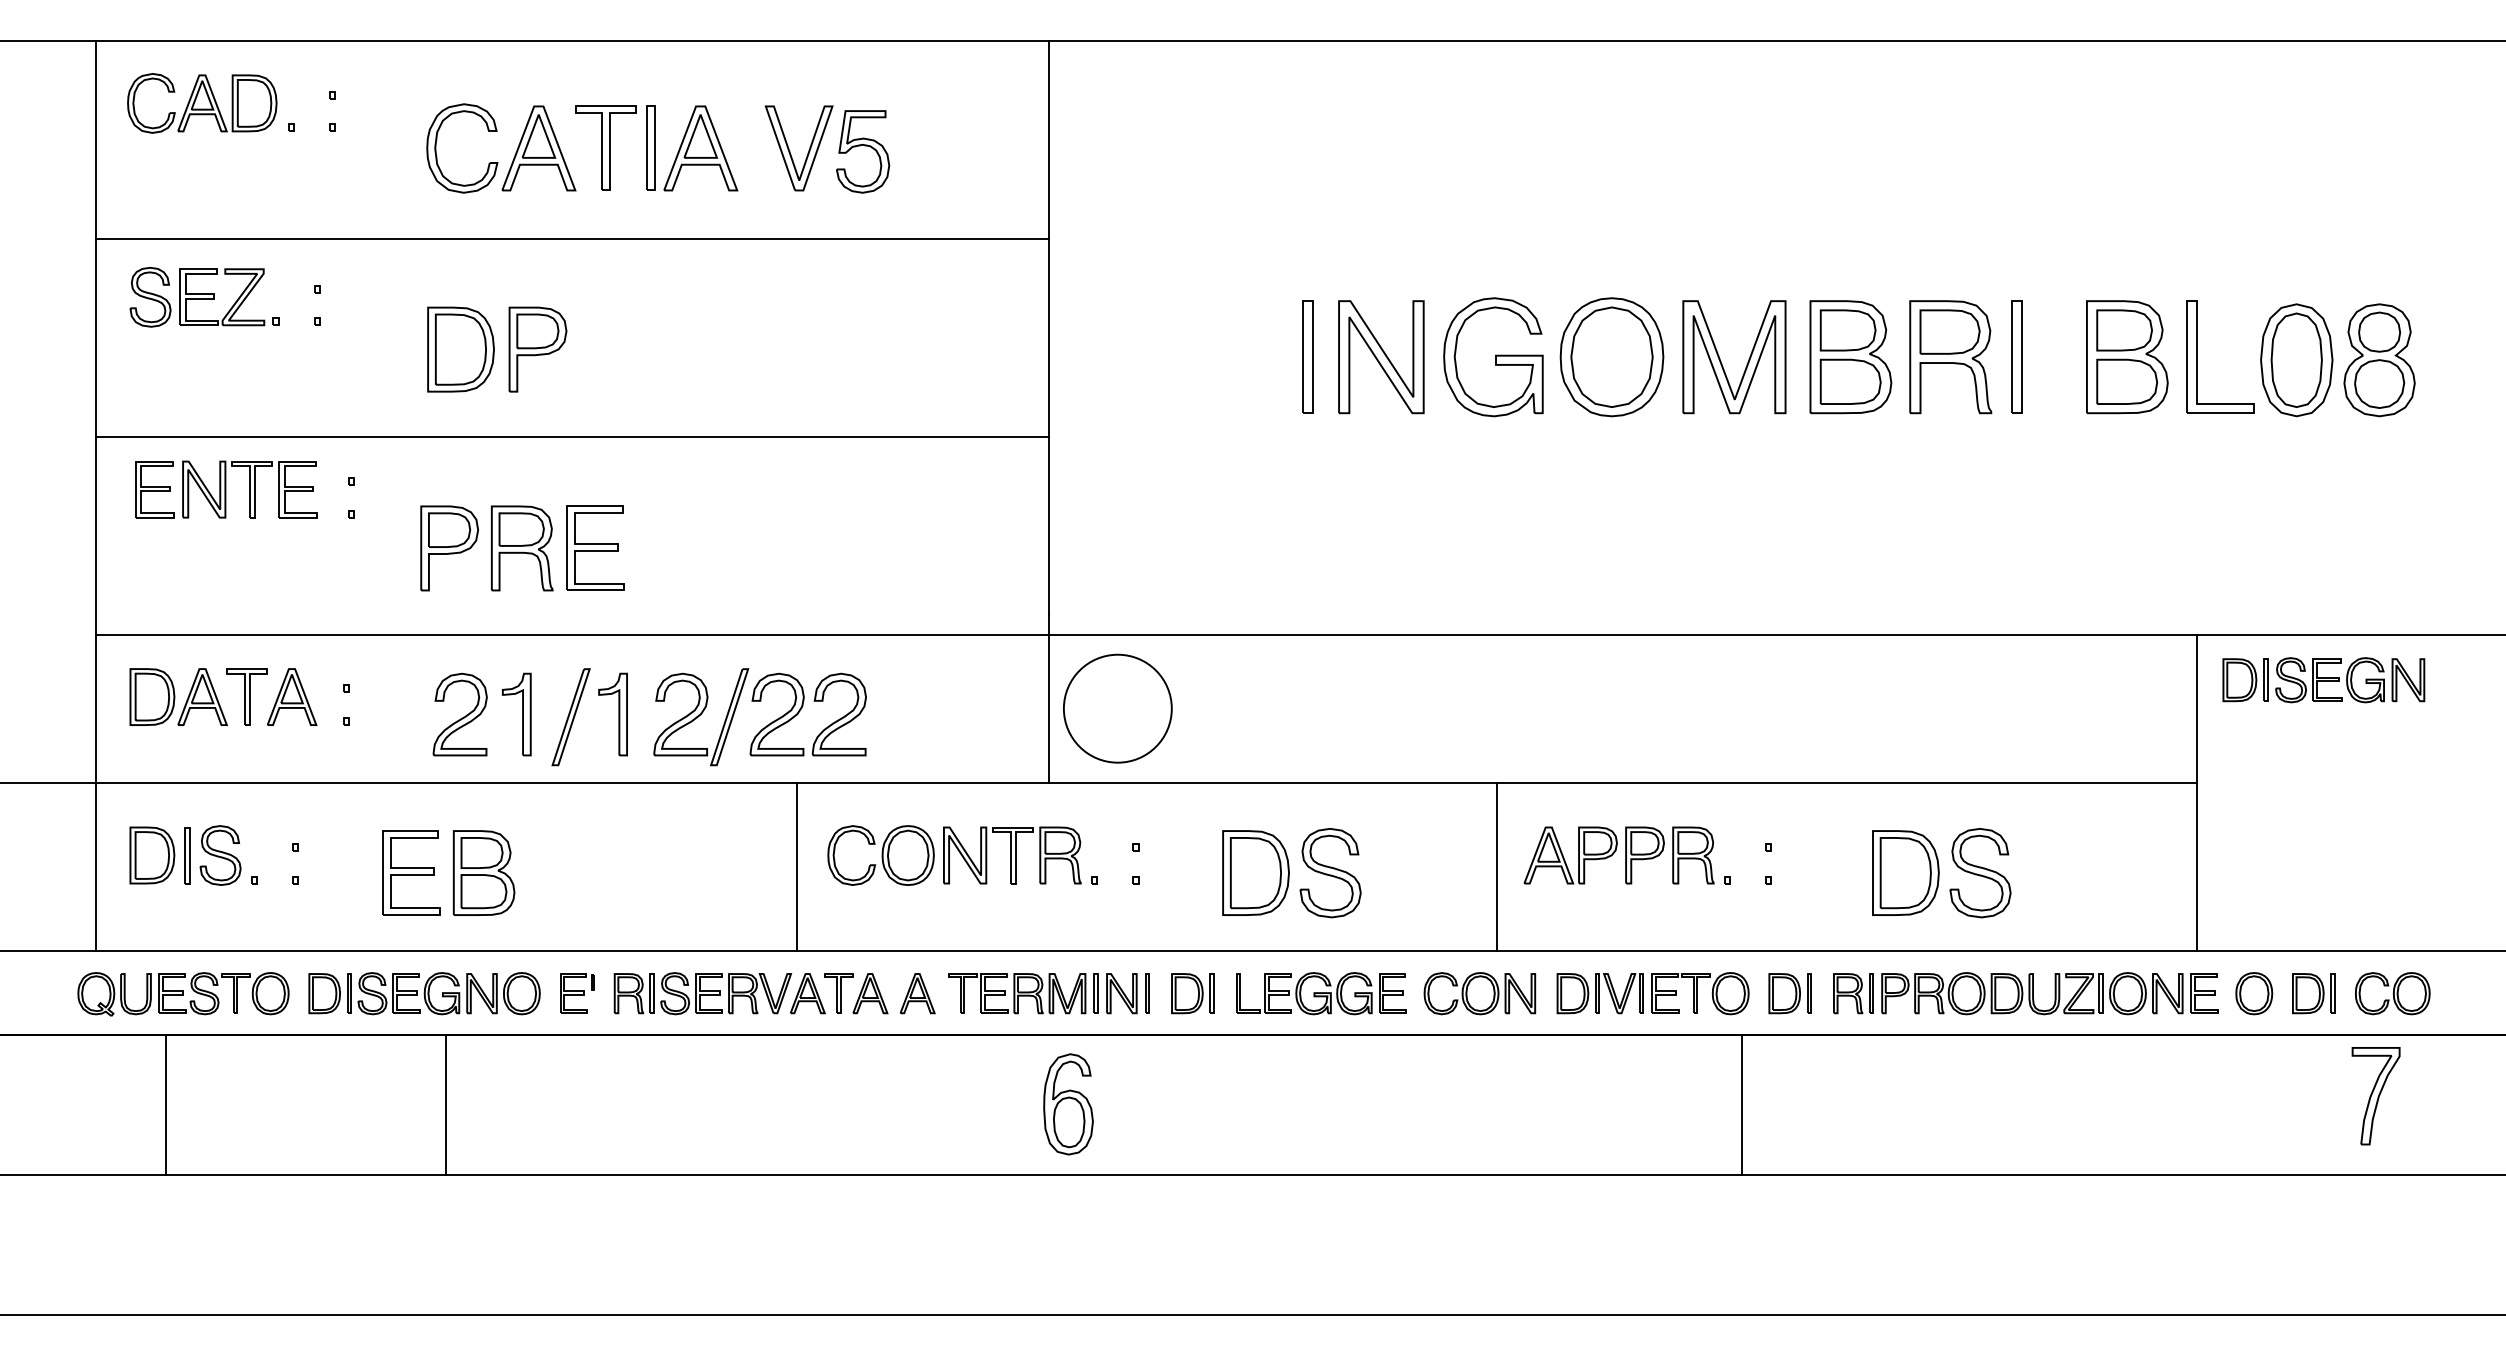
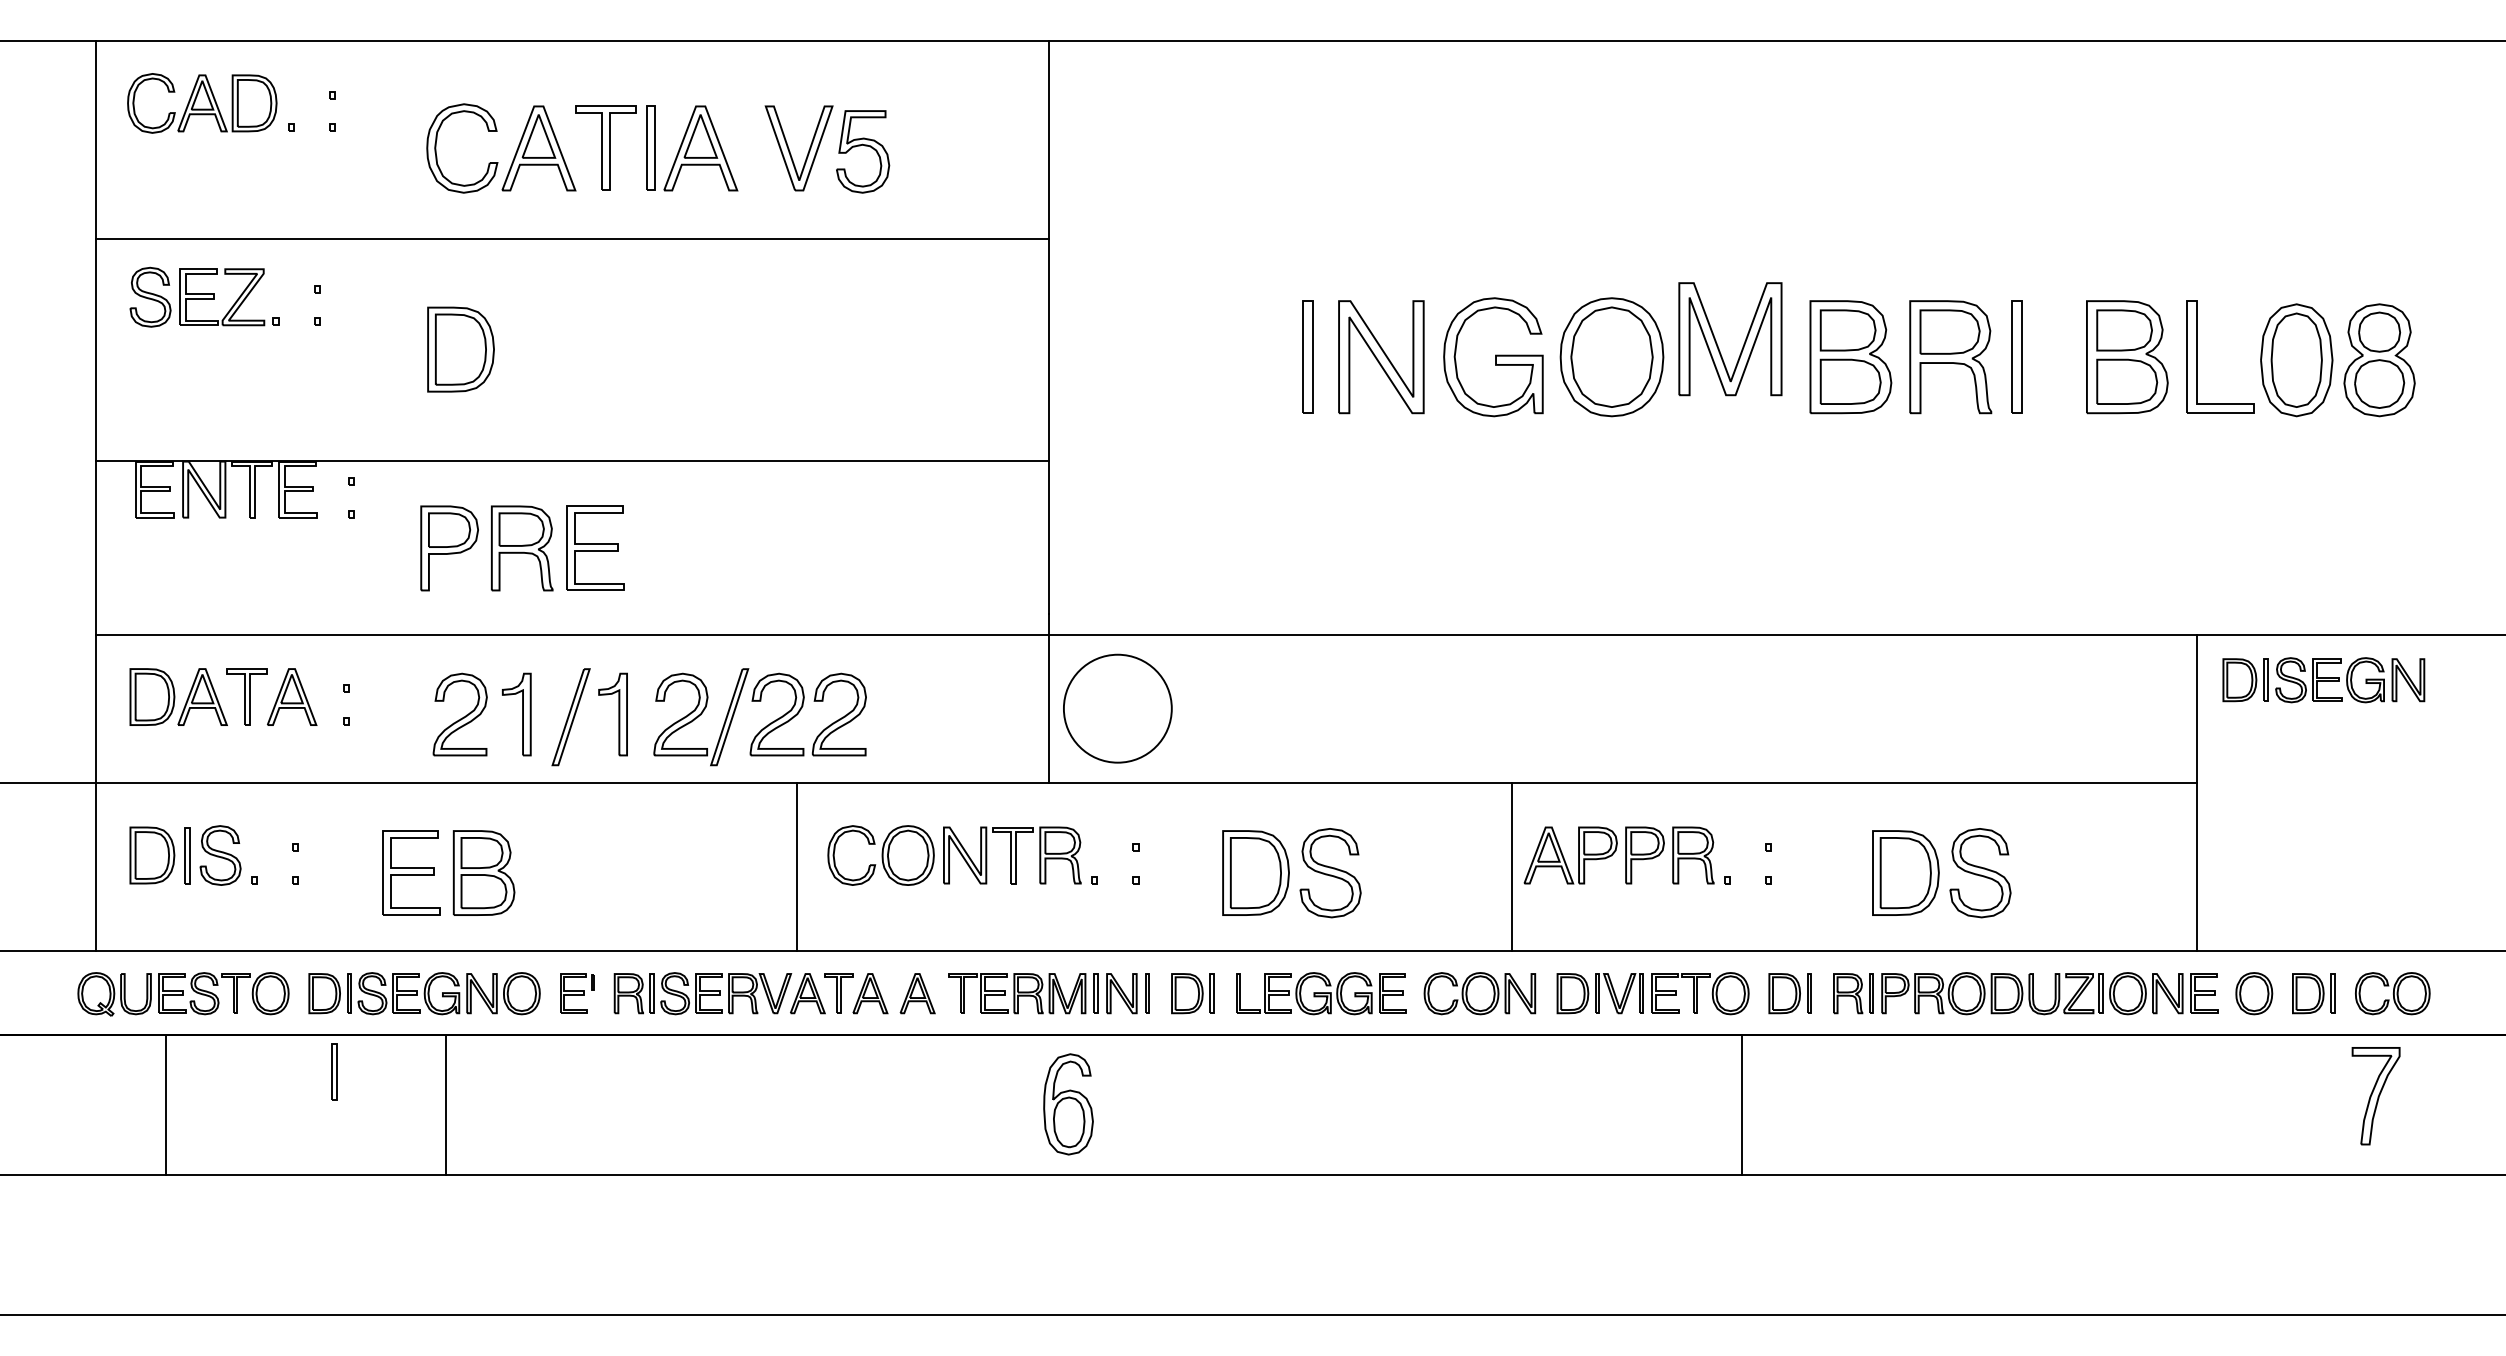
part at (537, 349): present -> none
part at (1722, 363) position: (1722, 363) -> (1718, 345)
line at (572, 436) position: (572, 436) -> (572, 460)
line at (1496, 867) position: (1496, 867) -> (1511, 867)
part at (334, 1071): none -> present
